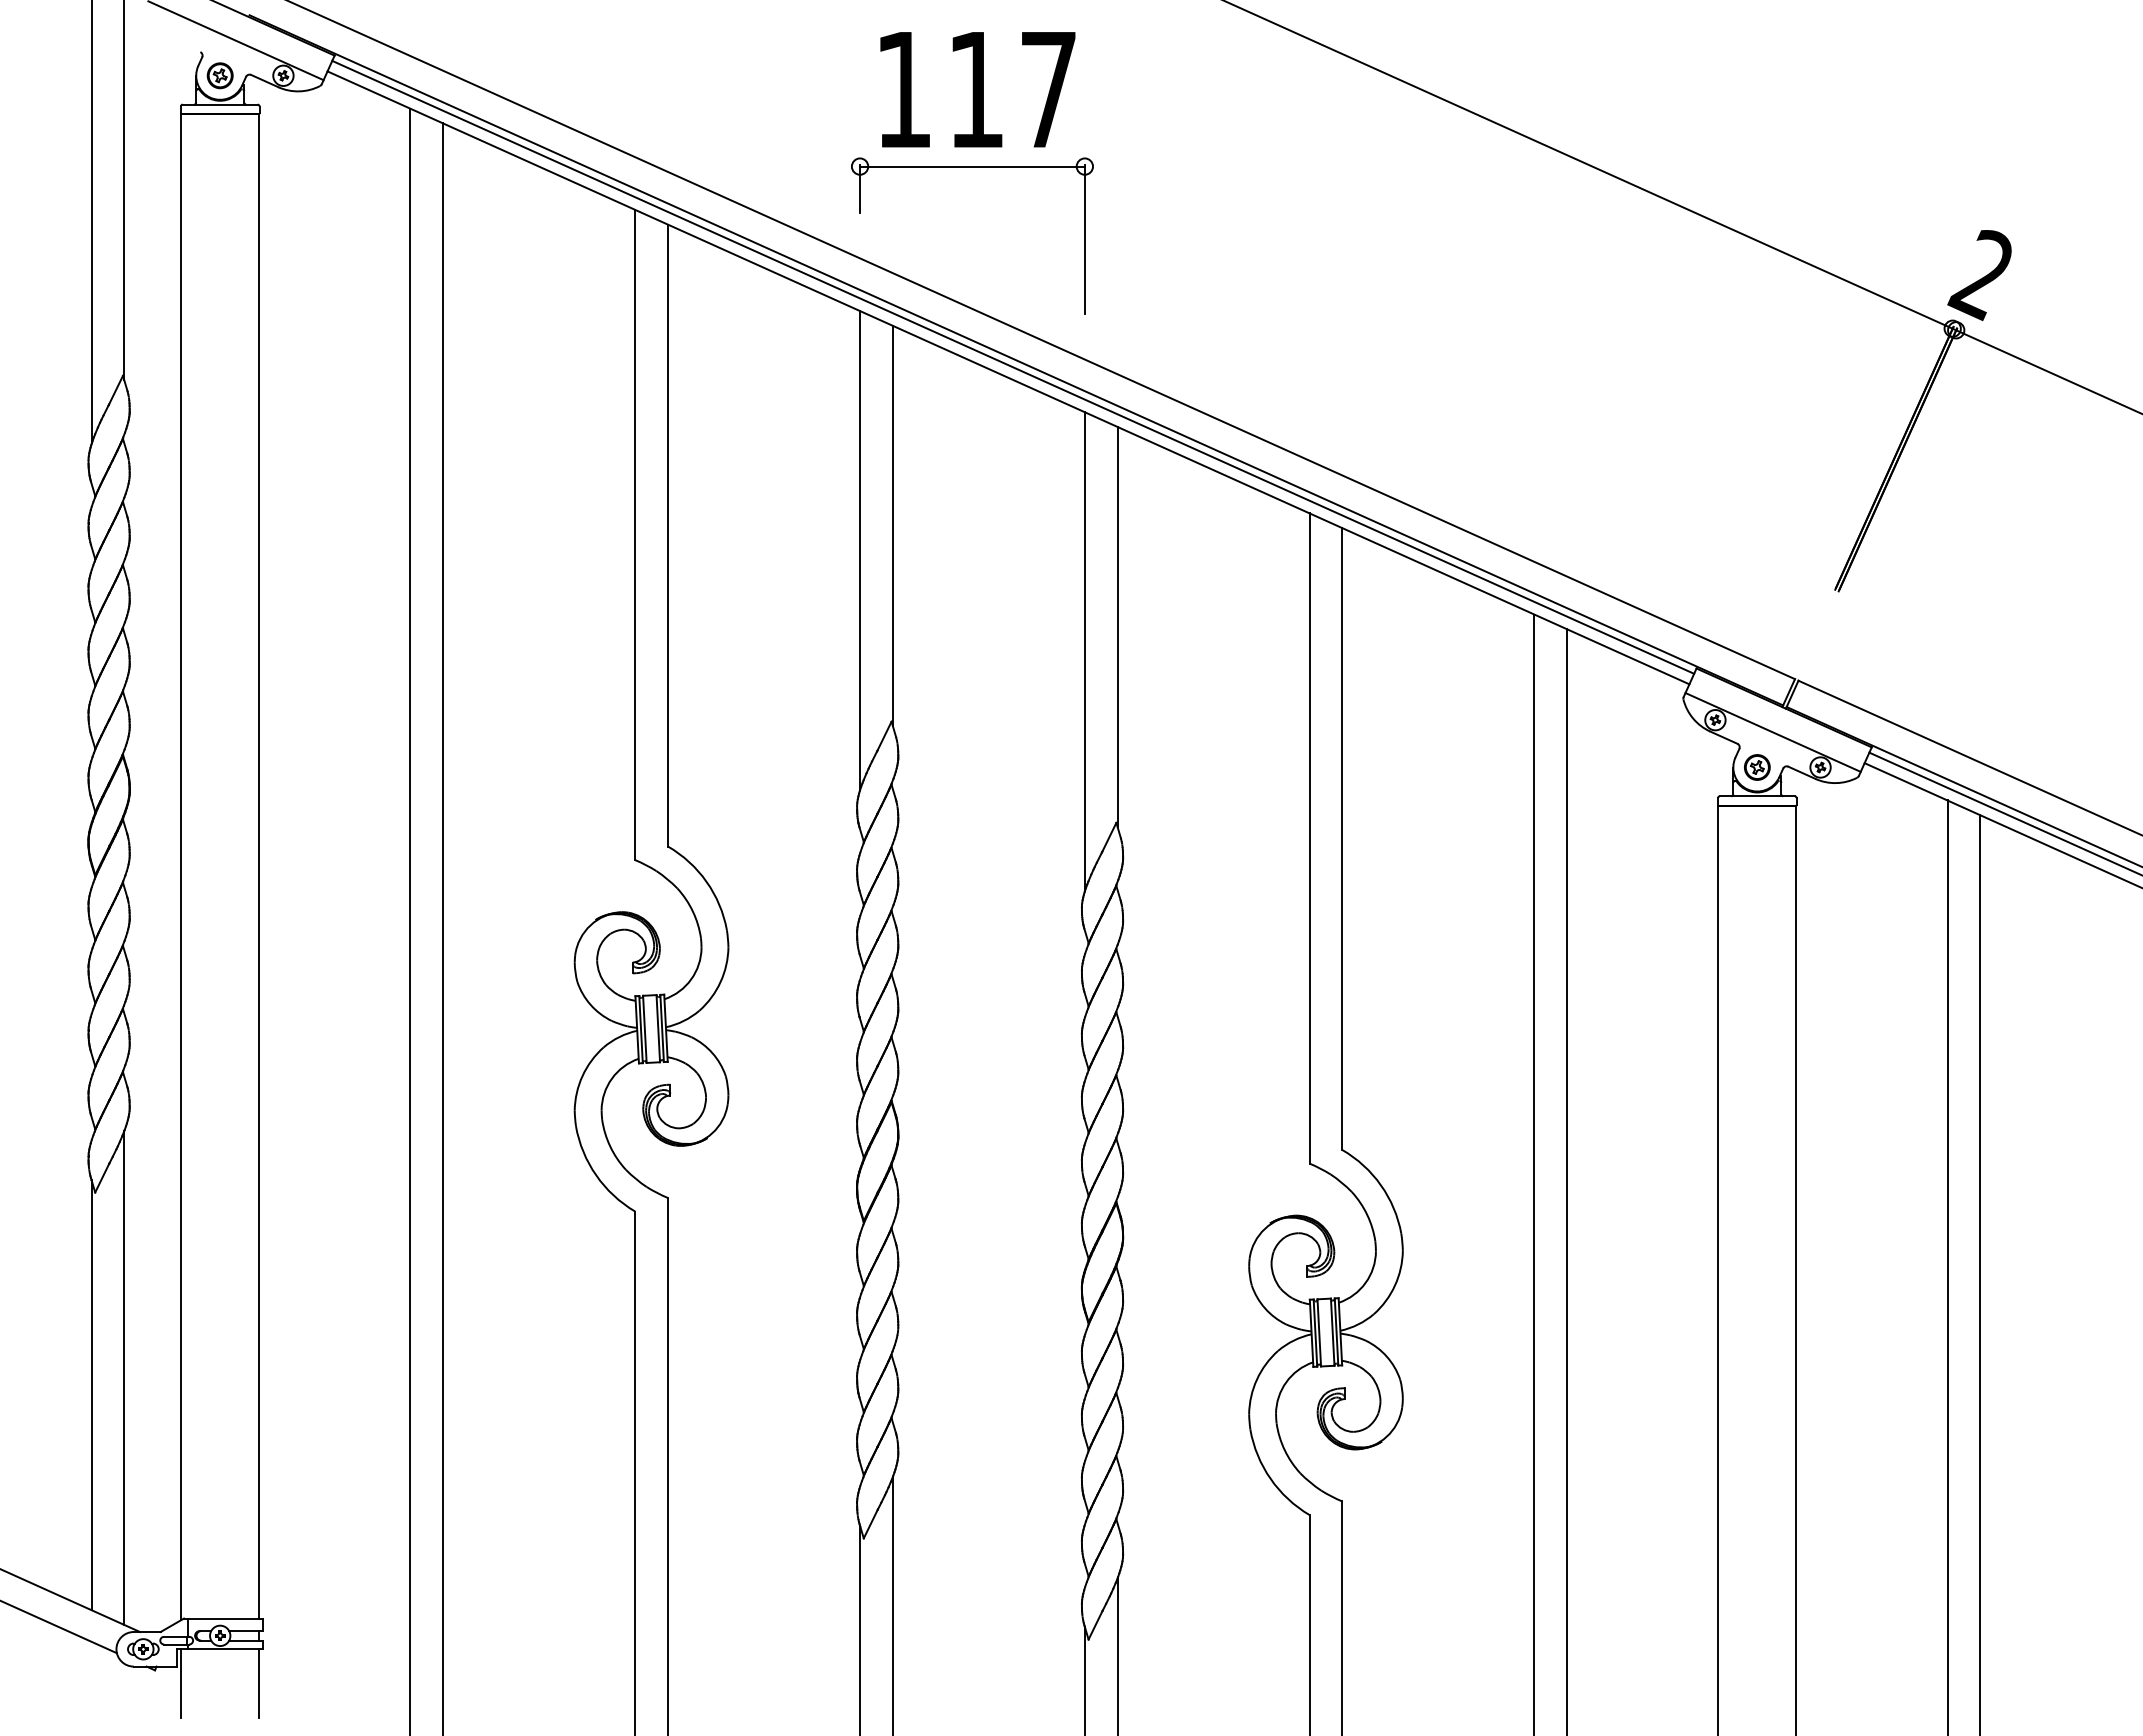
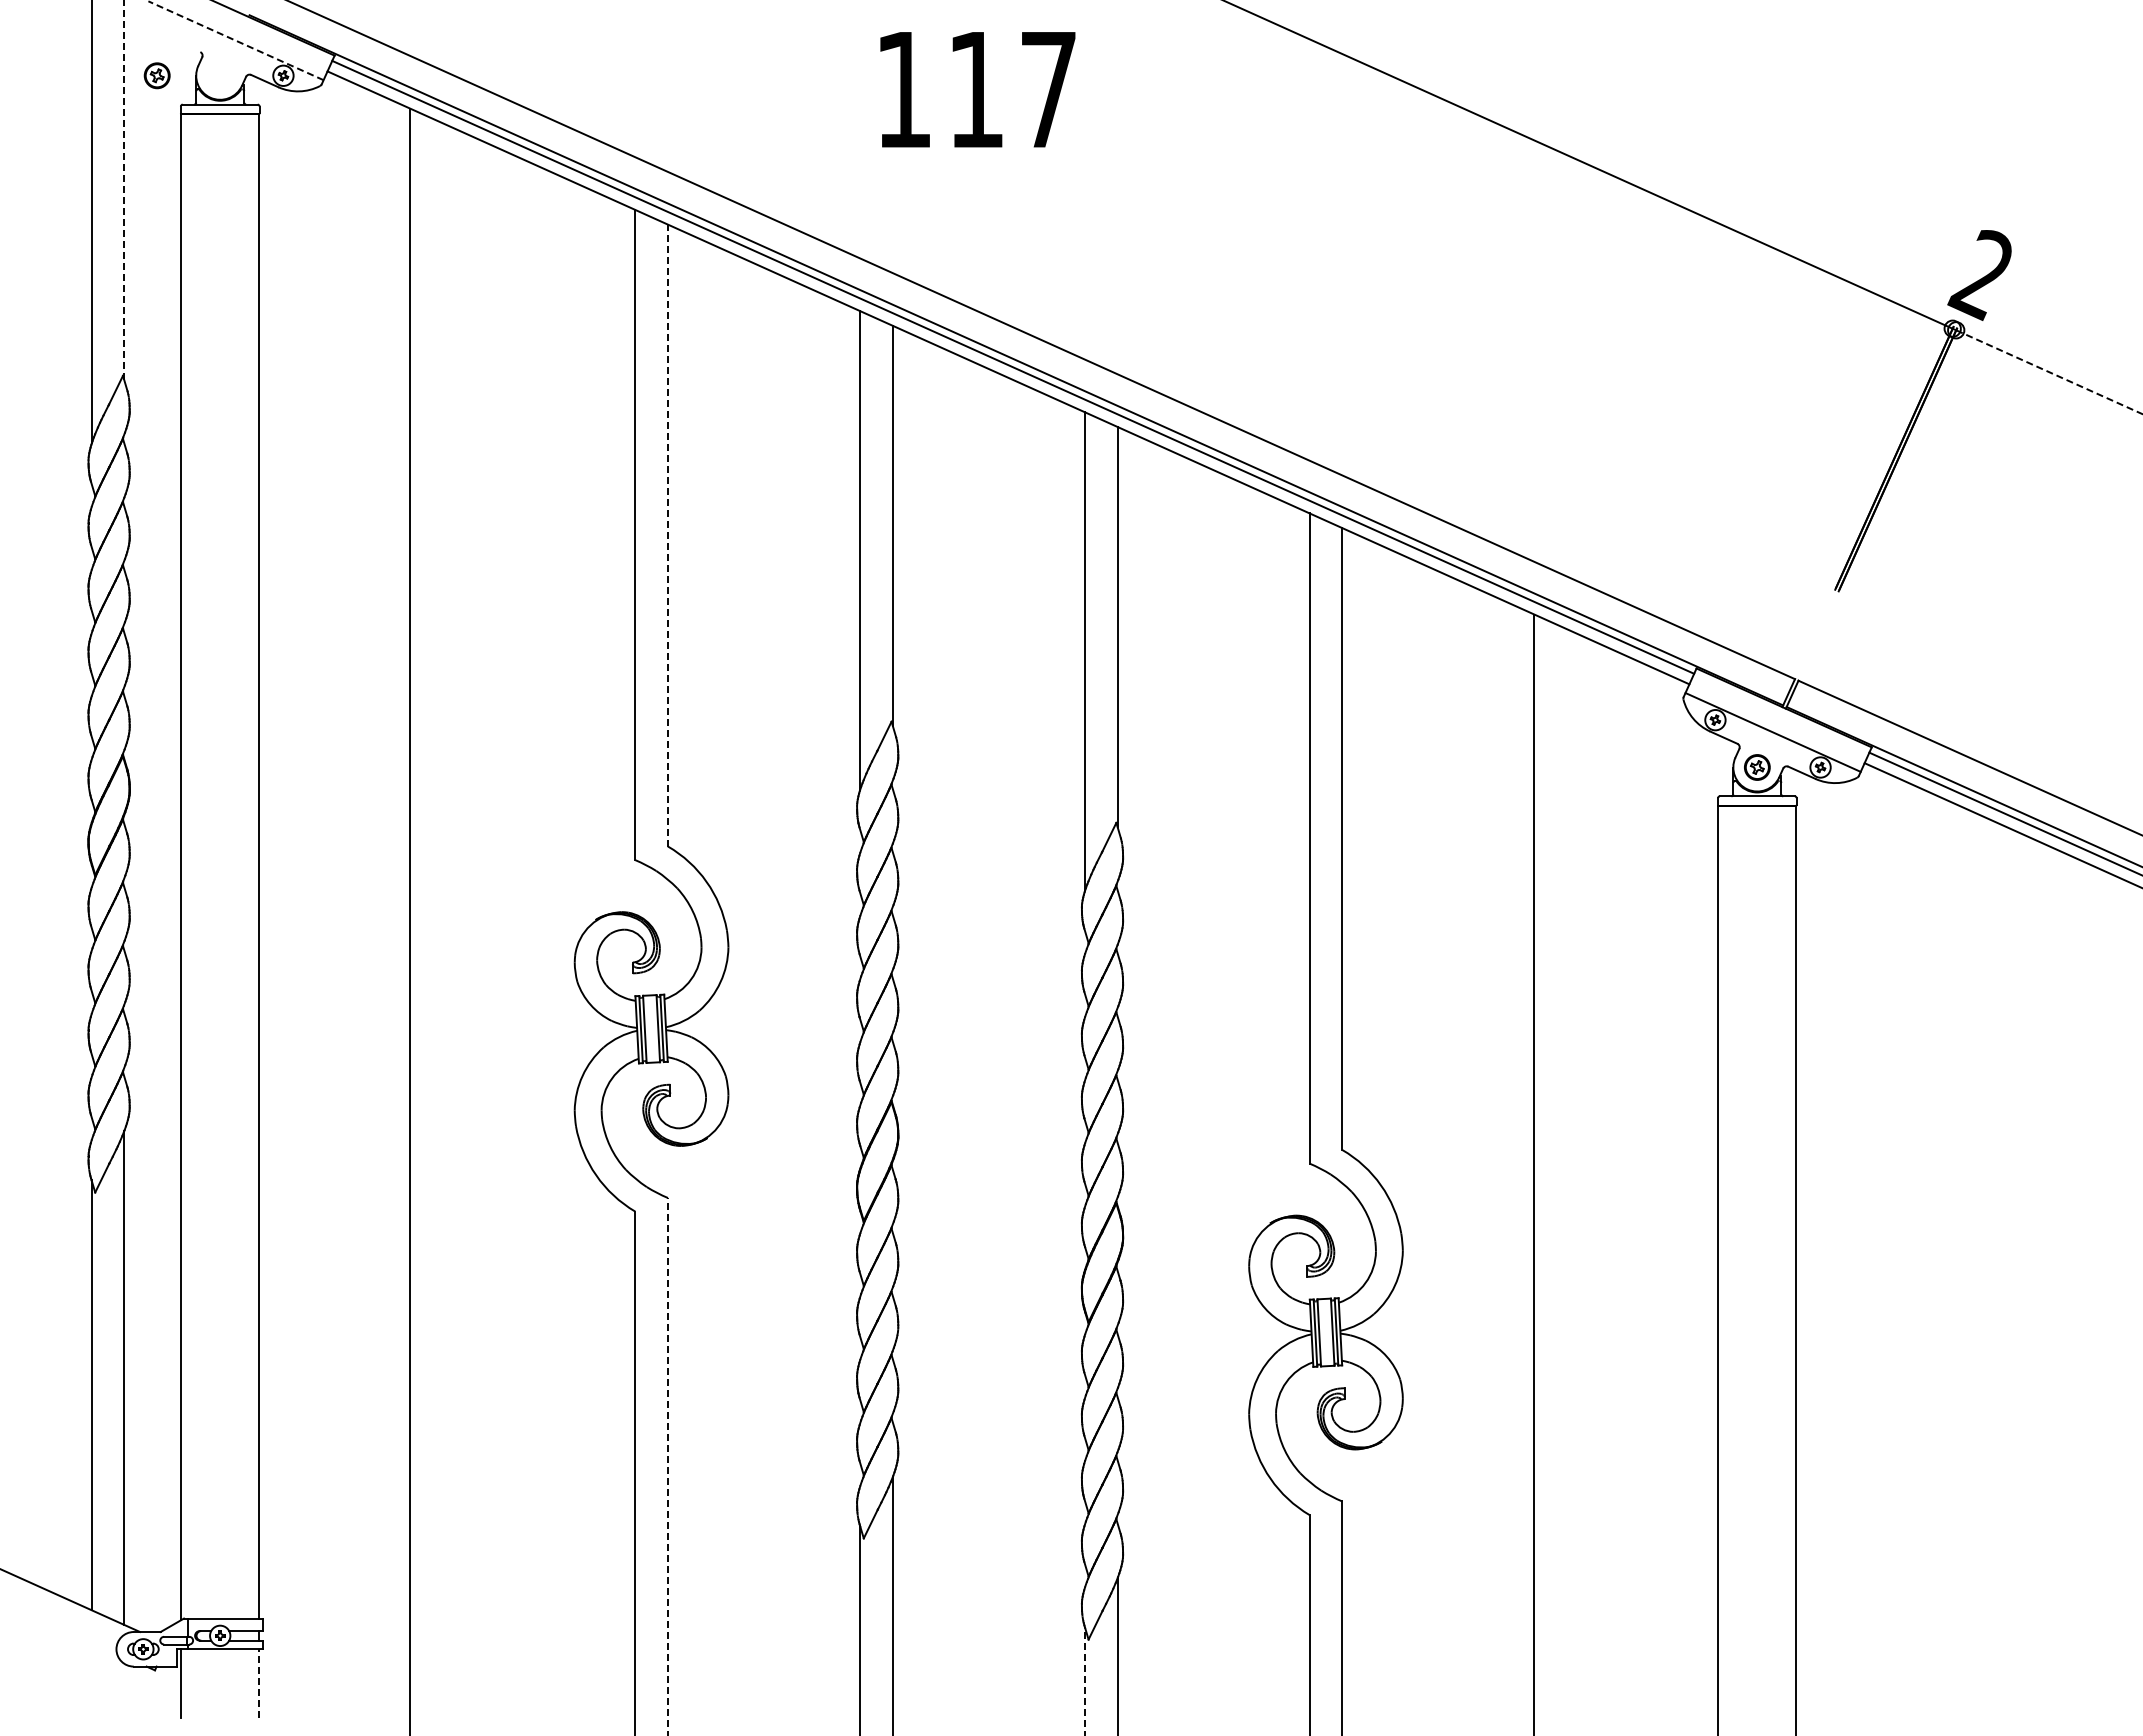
line at (235, 40): solid -> dashed
part at (219, 75) position: (219, 75) -> (156, 75)
part at (972, 167): present -> none
line at (124, 189): solid -> dashed
line at (2049, 372): solid -> dashed
line at (667, 535): solid -> dashed
line at (443, 927): present -> none
line at (1567, 1180): present -> none
line at (1947, 1266): present -> none
line at (1980, 1273): present -> none
line at (667, 1466): solid -> dashed
line at (59, 1627): present -> none
line at (1084, 1680): solid -> dashed
line at (259, 1683): solid -> dashed
